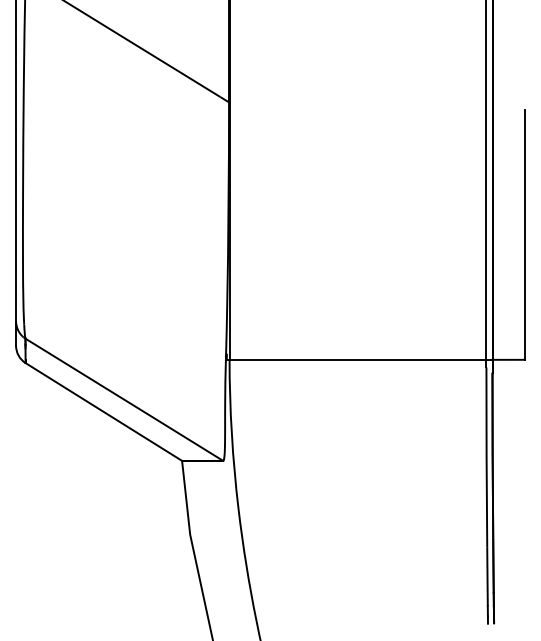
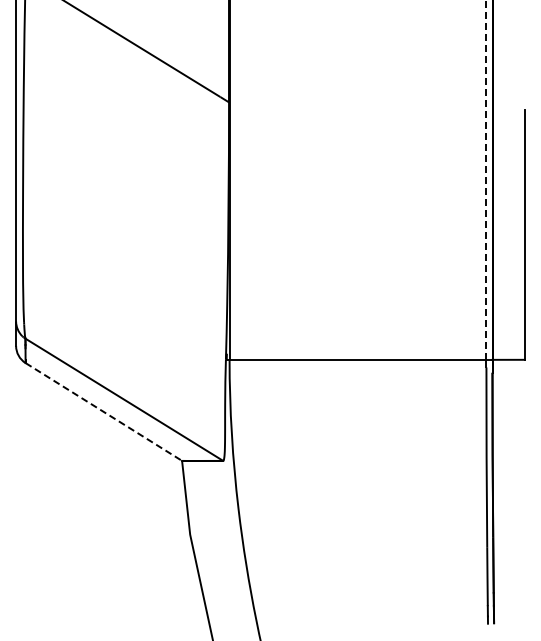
line at (486, 179): solid -> dashed
line at (104, 412): solid -> dashed
